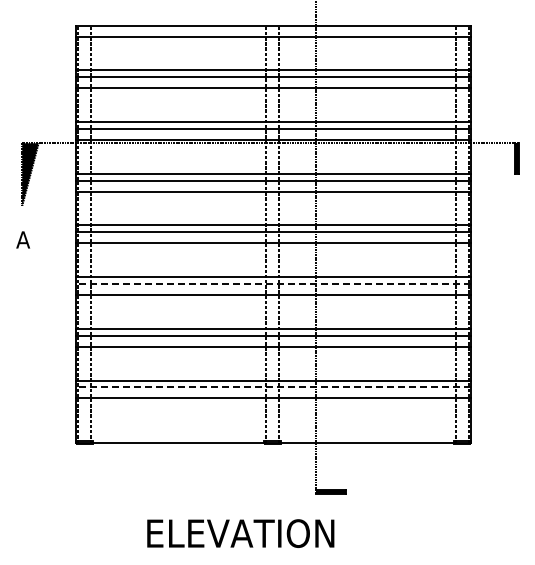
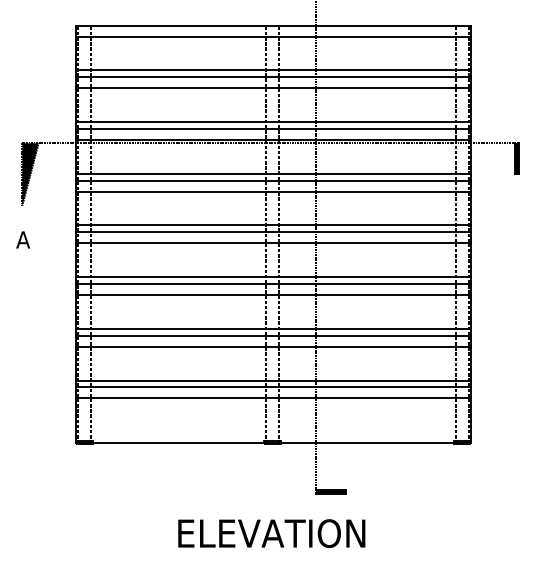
line at (273, 284): dashed -> solid
line at (273, 387): dashed -> solid
text at (240, 533) position: (240, 533) -> (271, 533)
